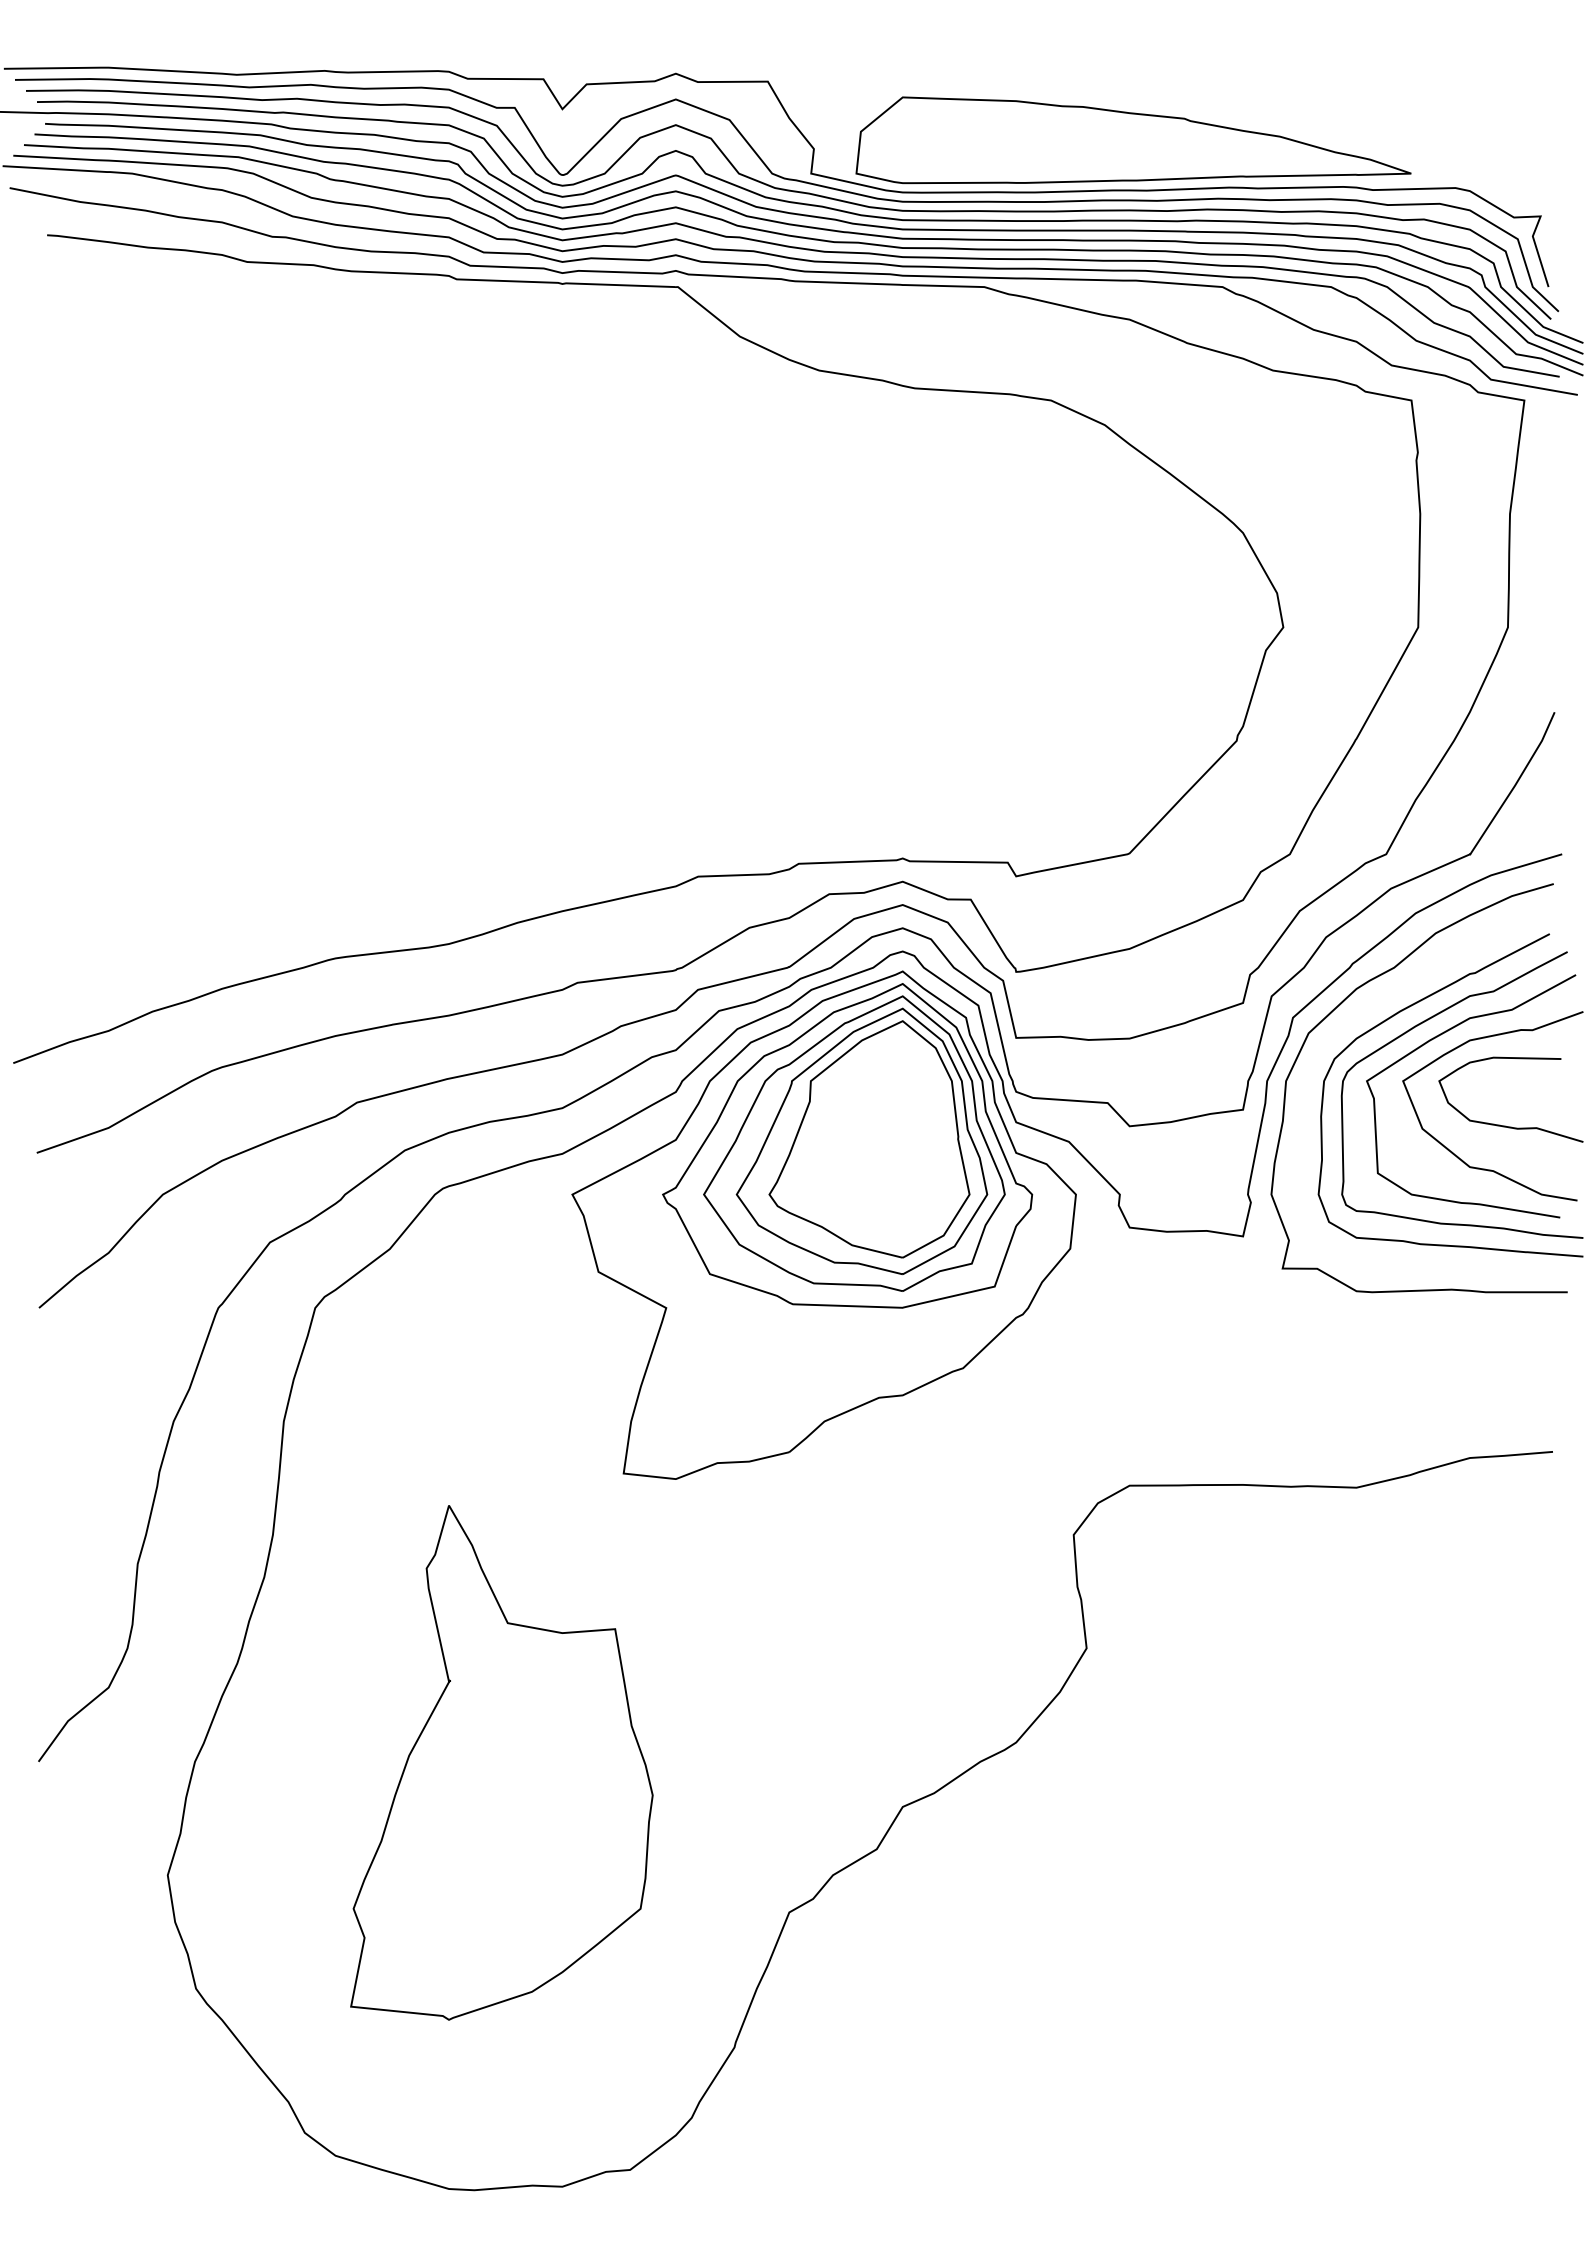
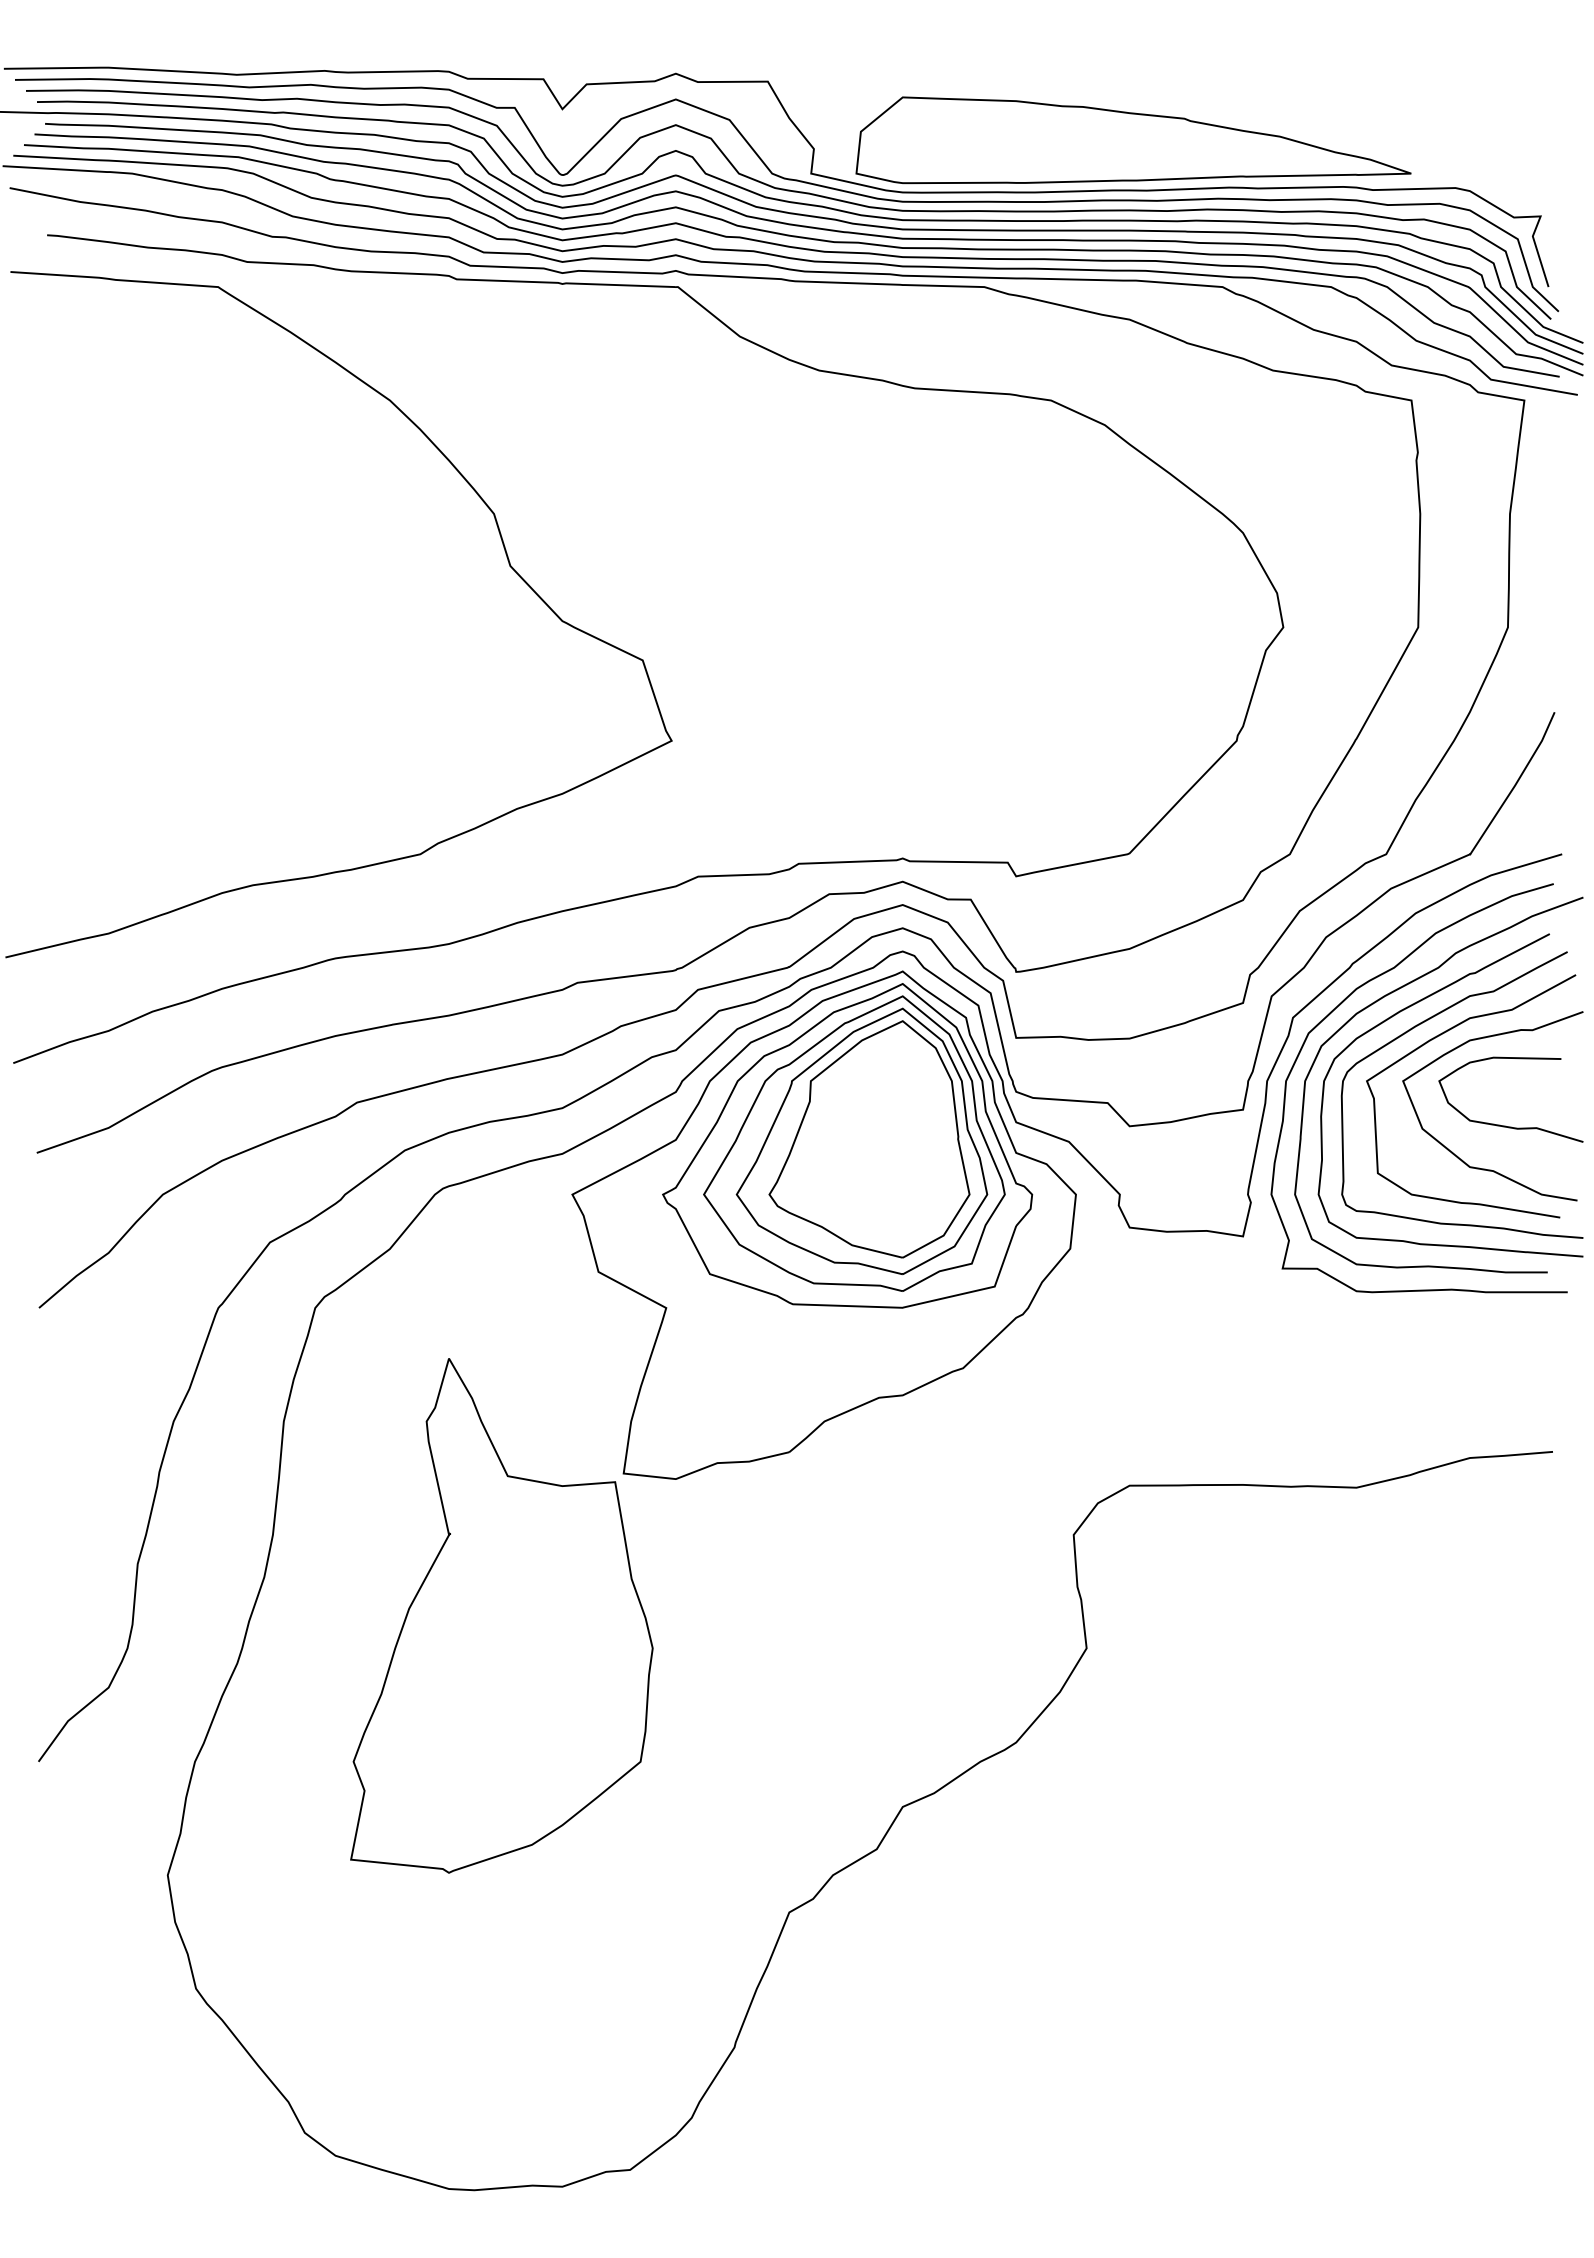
curve at (506, 557): none -> present
curve at (1392, 993): none -> present
part at (501, 1762) position: (501, 1762) -> (501, 1615)
